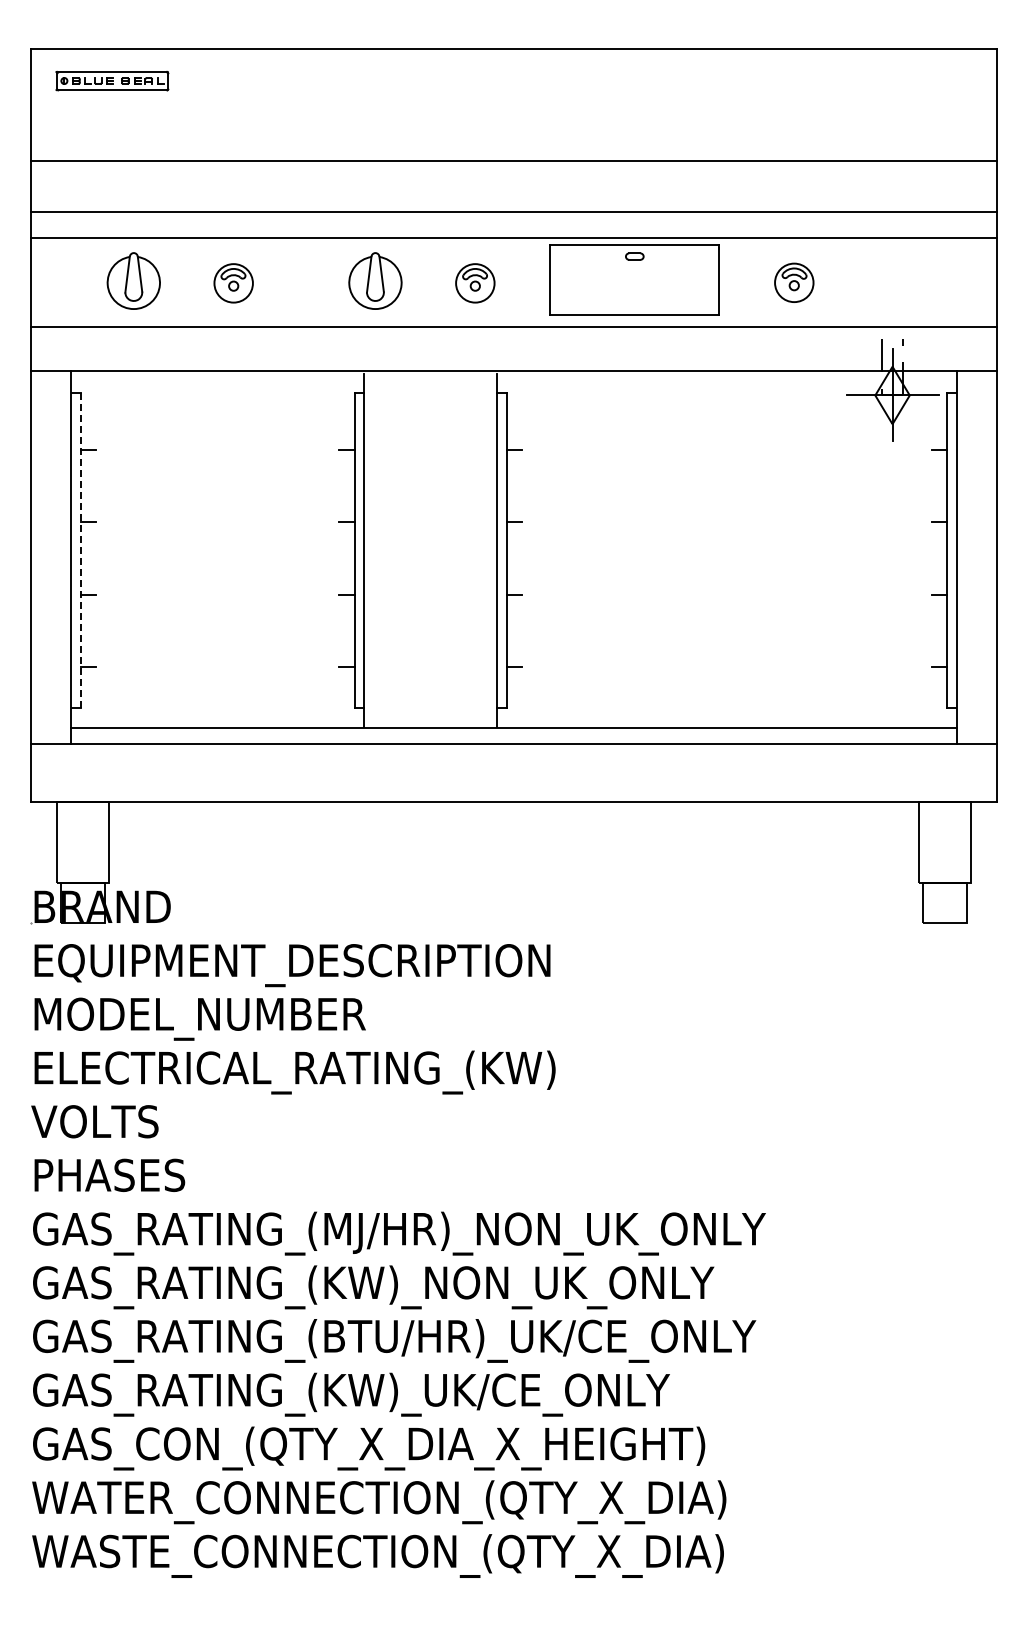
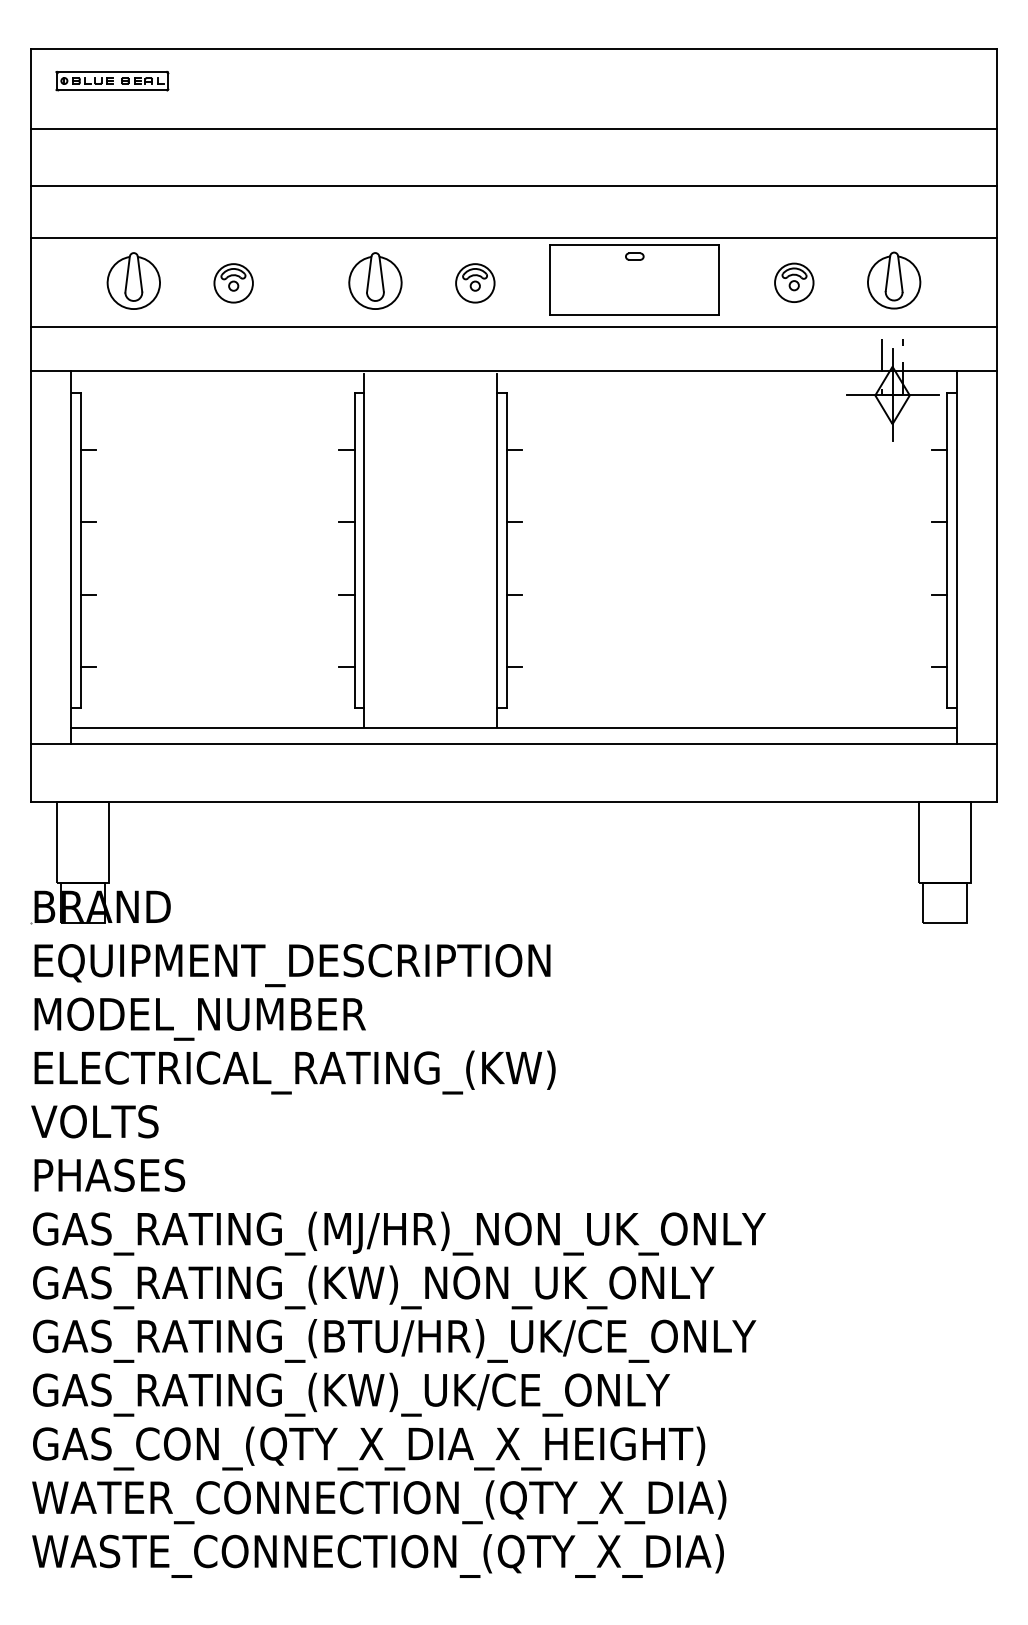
line at (513, 160) position: (513, 160) -> (513, 128)
line at (513, 212) position: (513, 212) -> (513, 186)
part at (894, 280): none -> present
line at (80, 551): dashed -> solid
